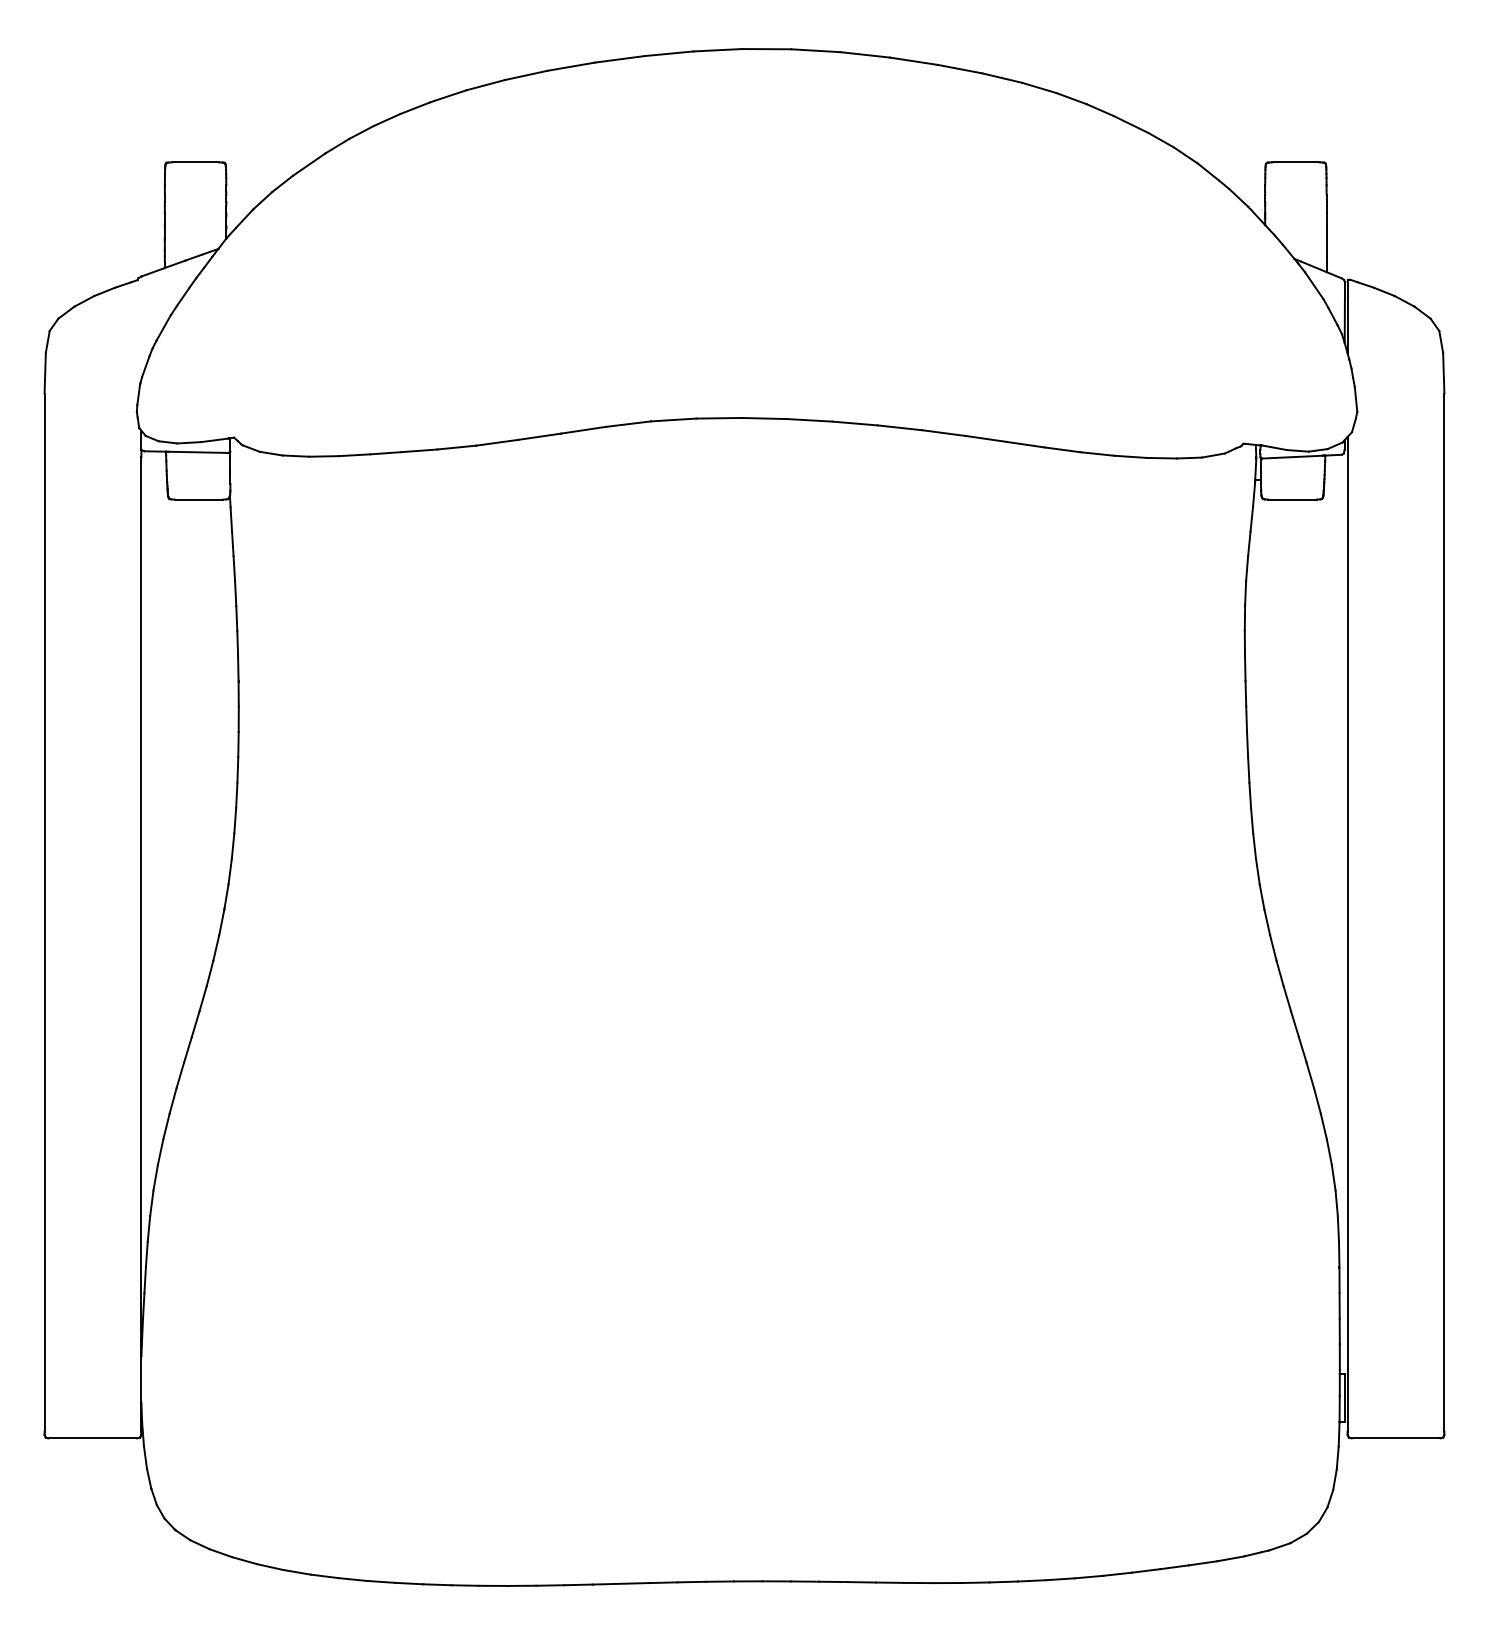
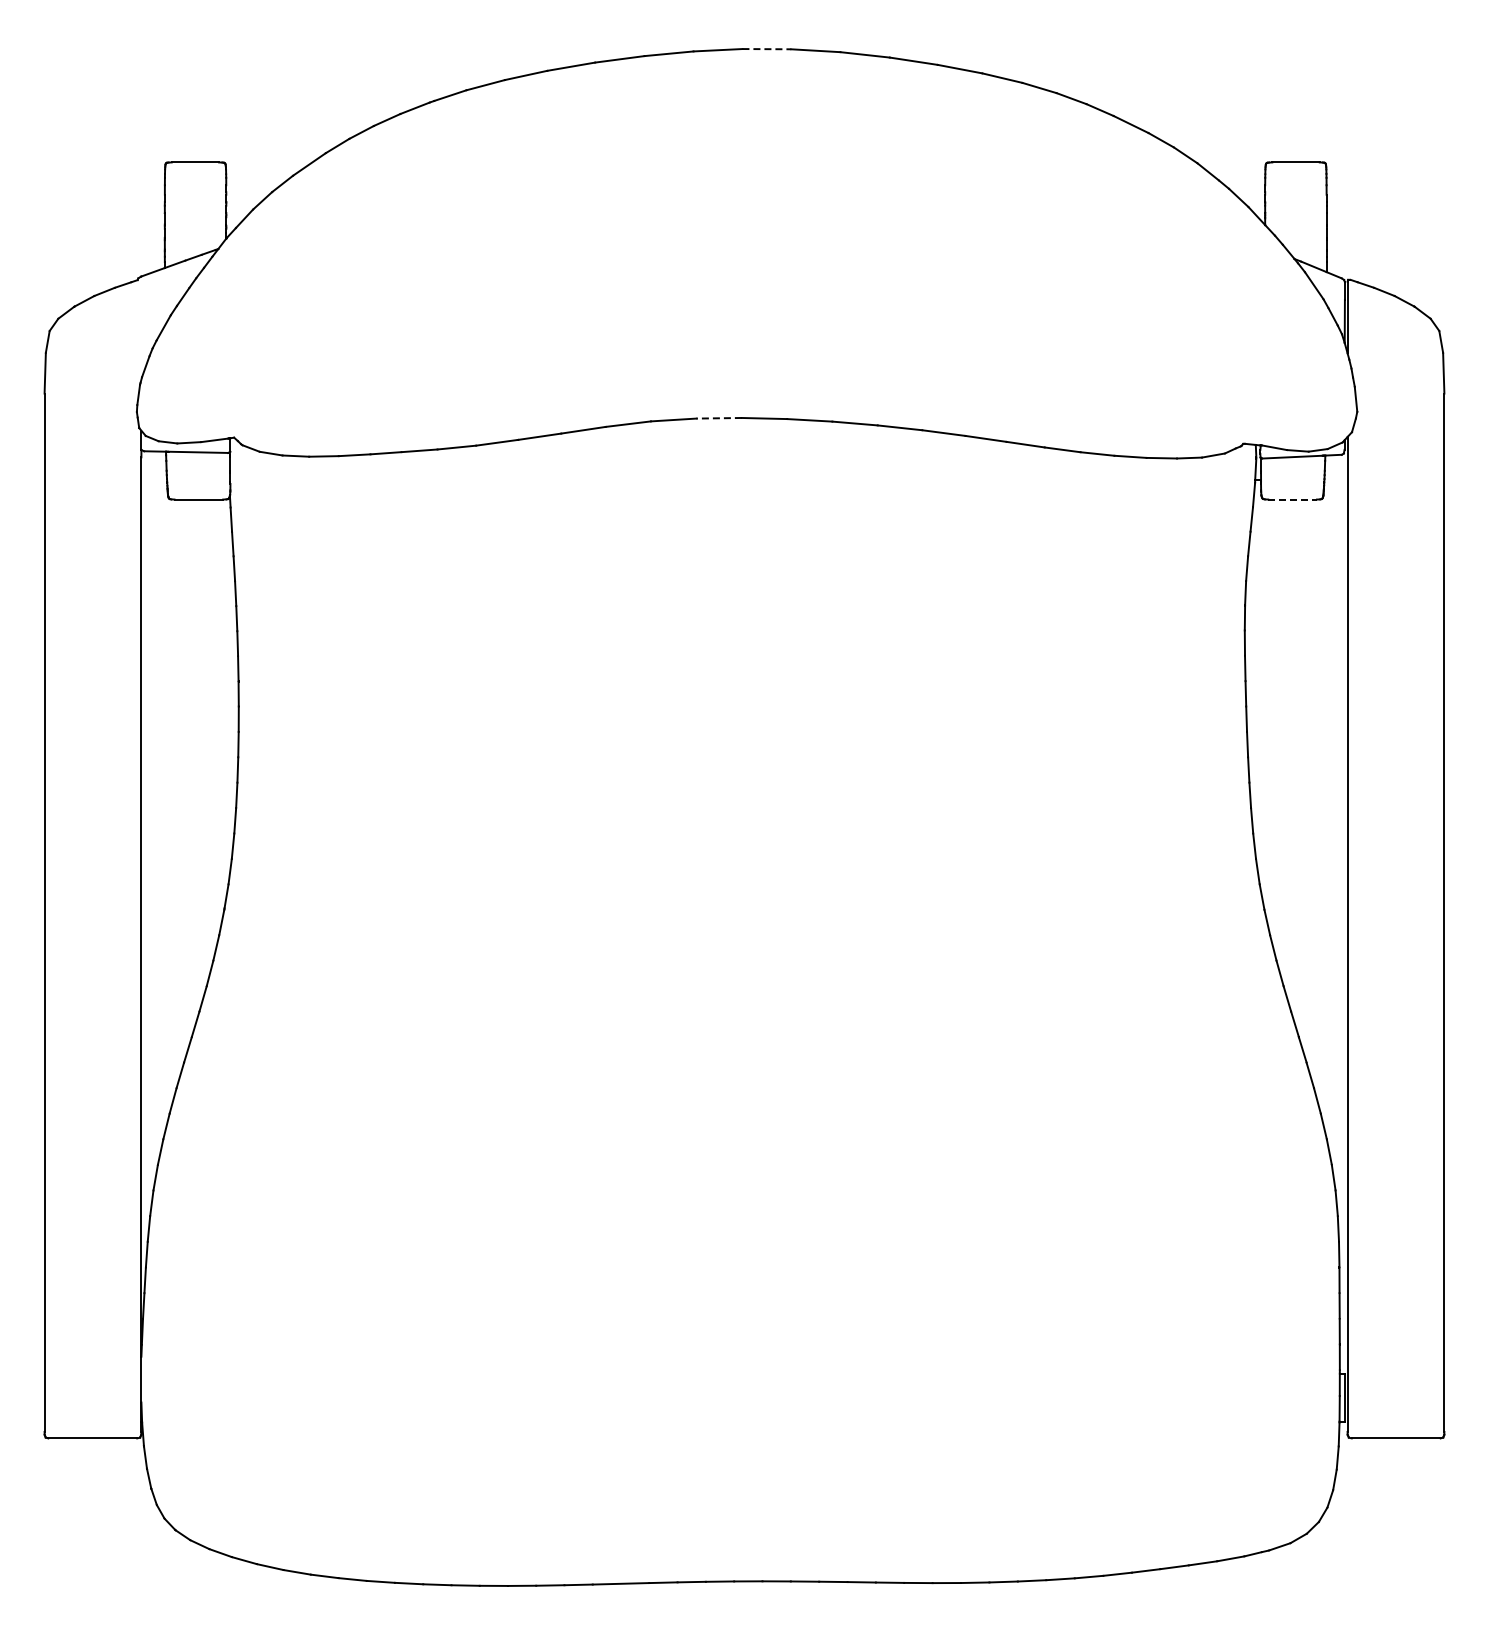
line at (767, 49): solid -> dashed
line at (719, 418): solid -> dashed
line at (1293, 499): solid -> dashed
